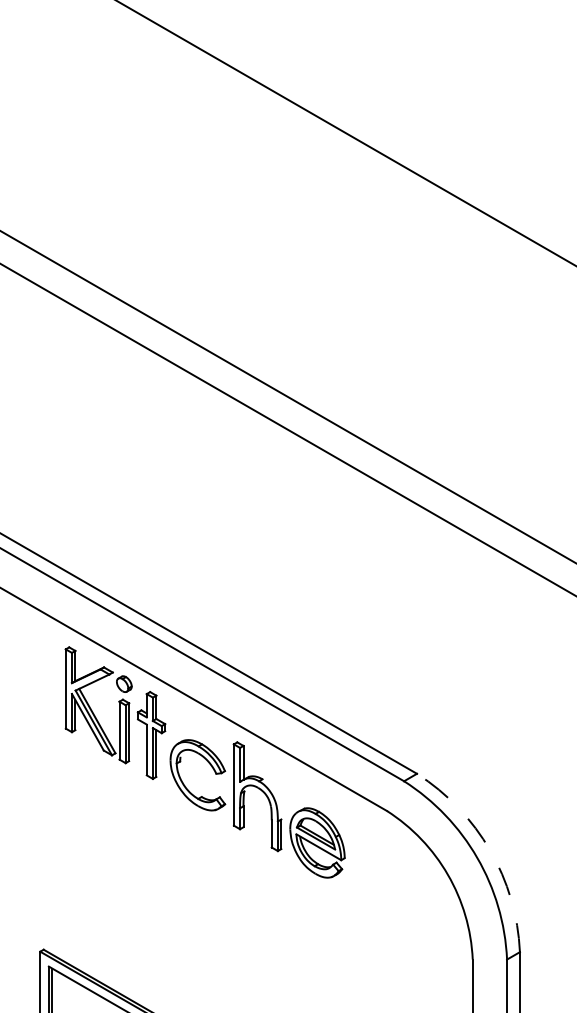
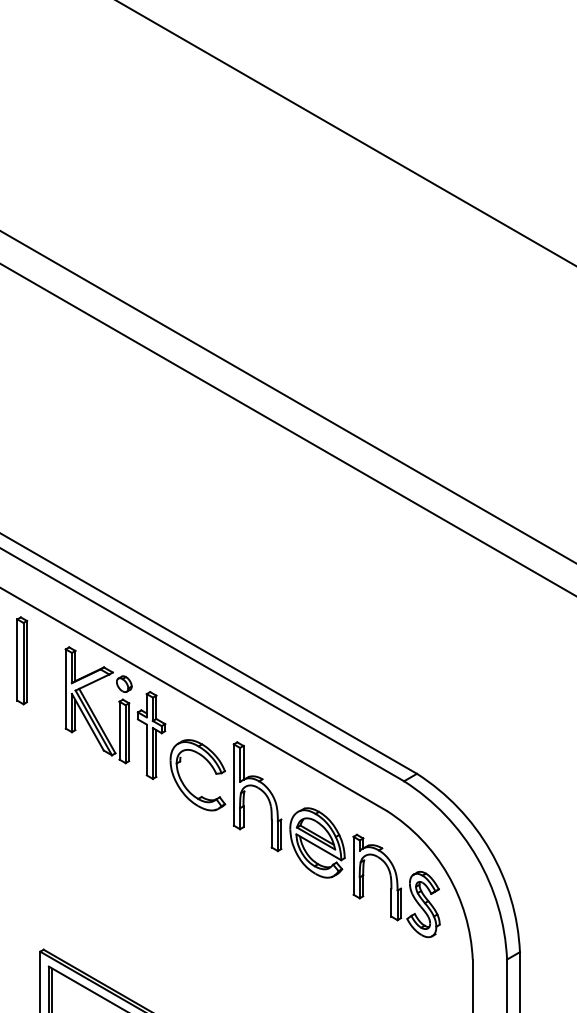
part at (22, 660): none -> present
arc at (490, 850): dashed -> solid
part at (396, 885): none -> present
